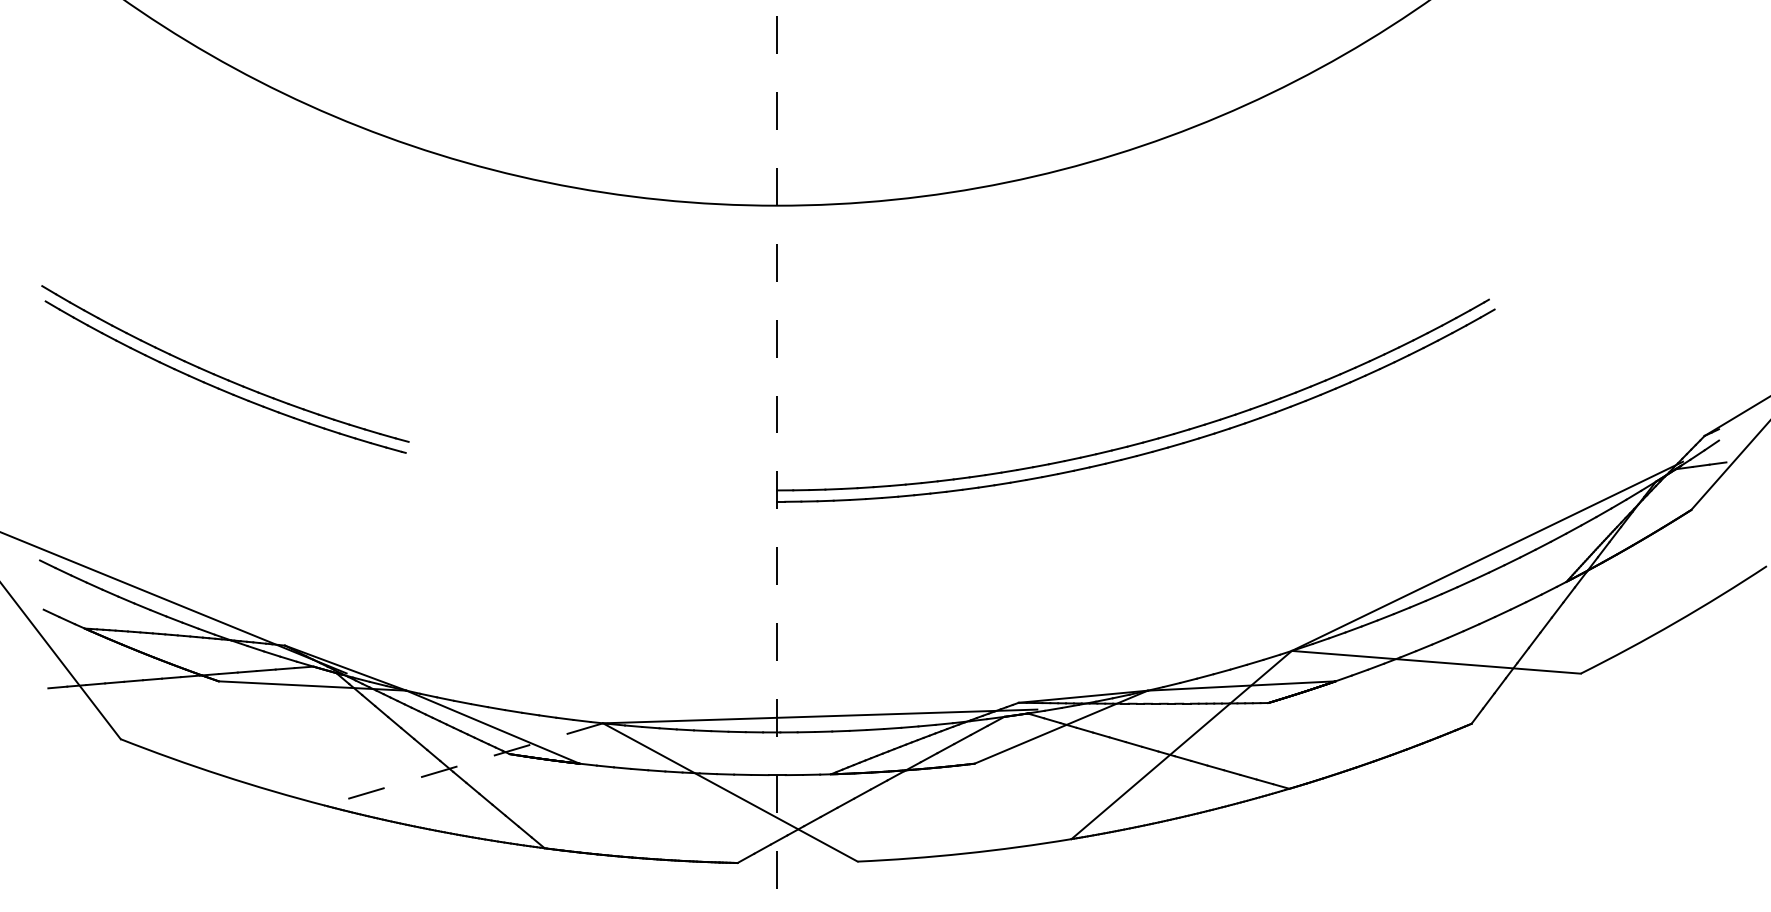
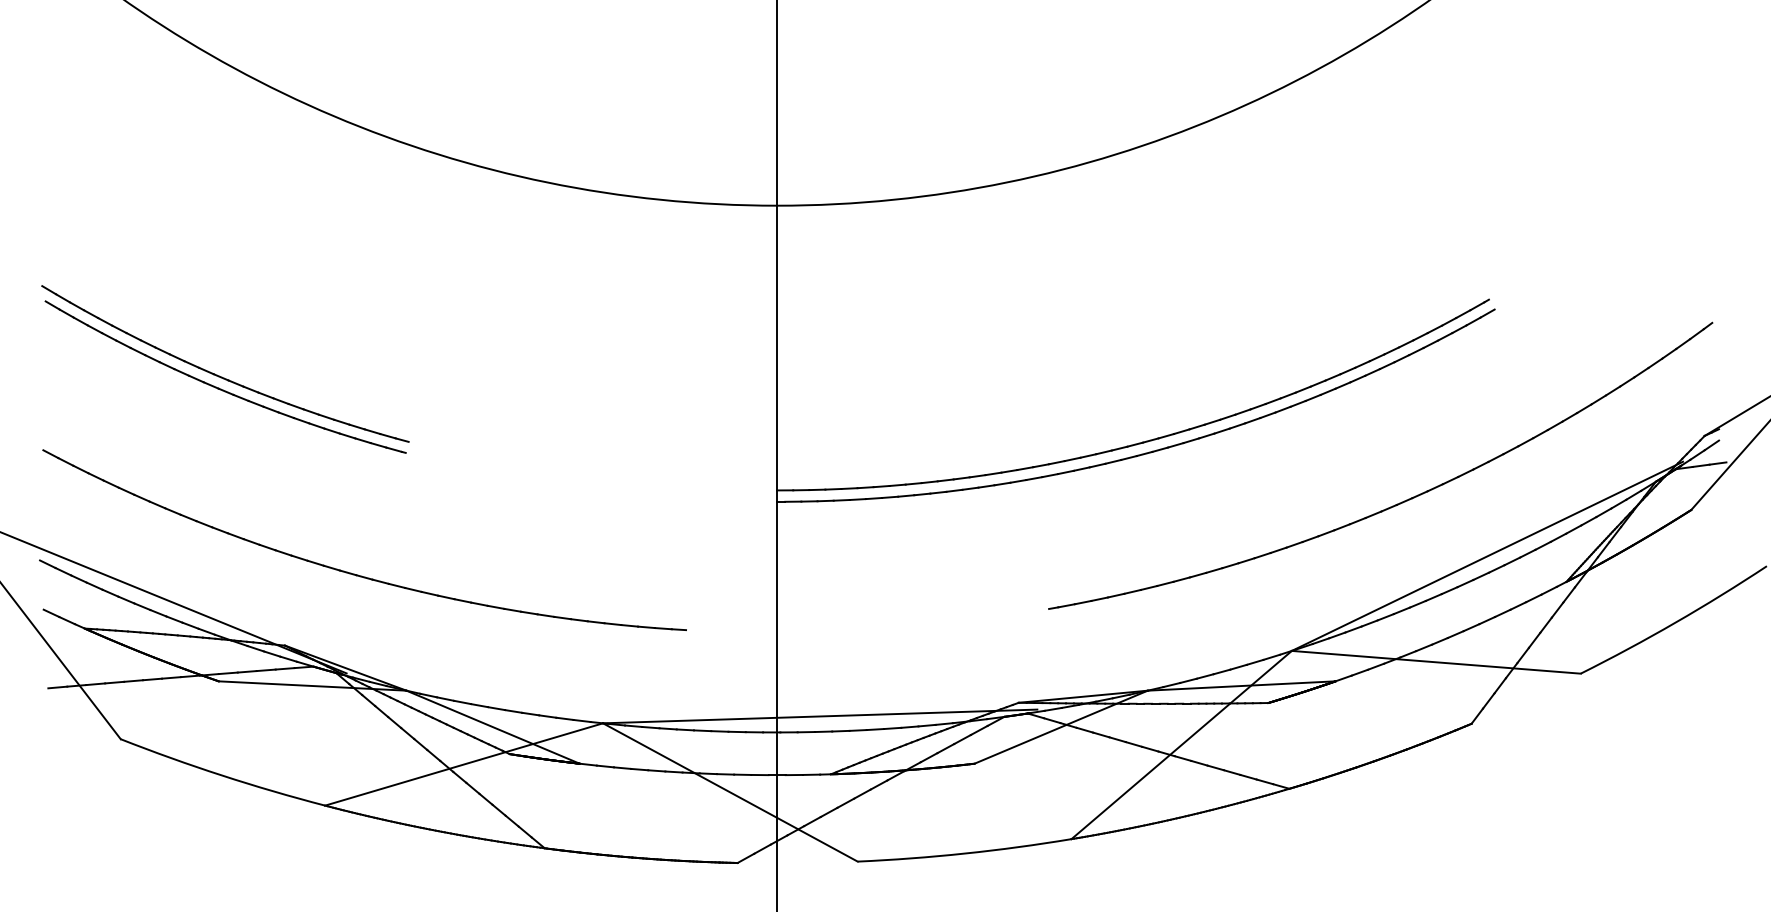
line at (777, 456): dashed -> solid
part at (1399, 502): none -> present
part at (354, 573): none -> present
line at (464, 764): dashed -> solid
